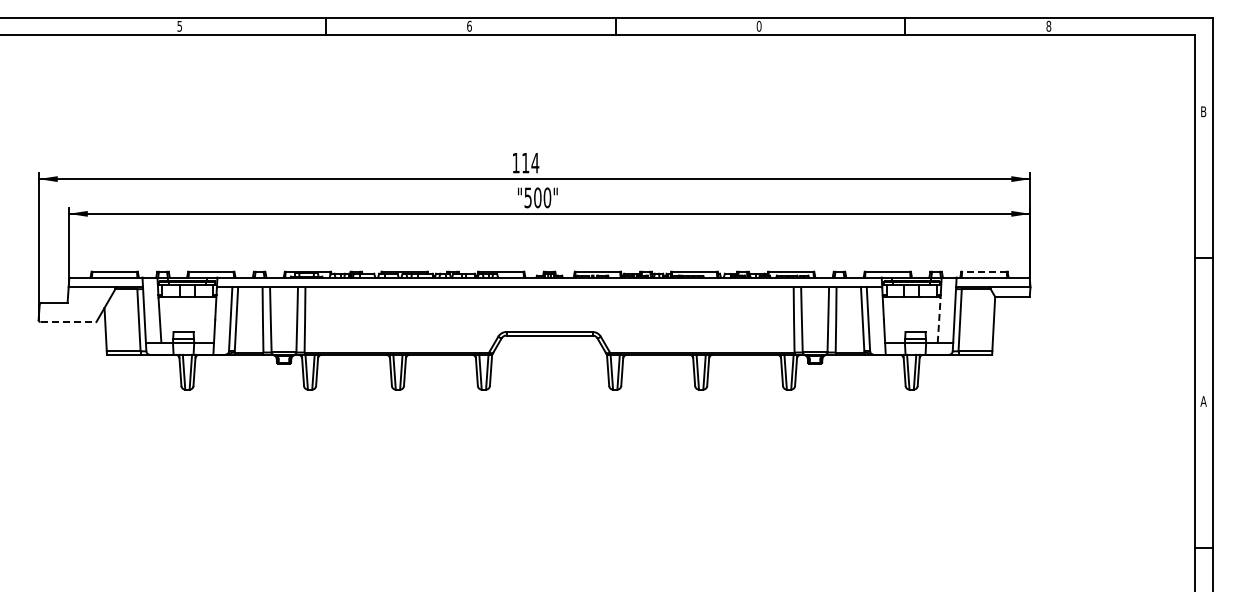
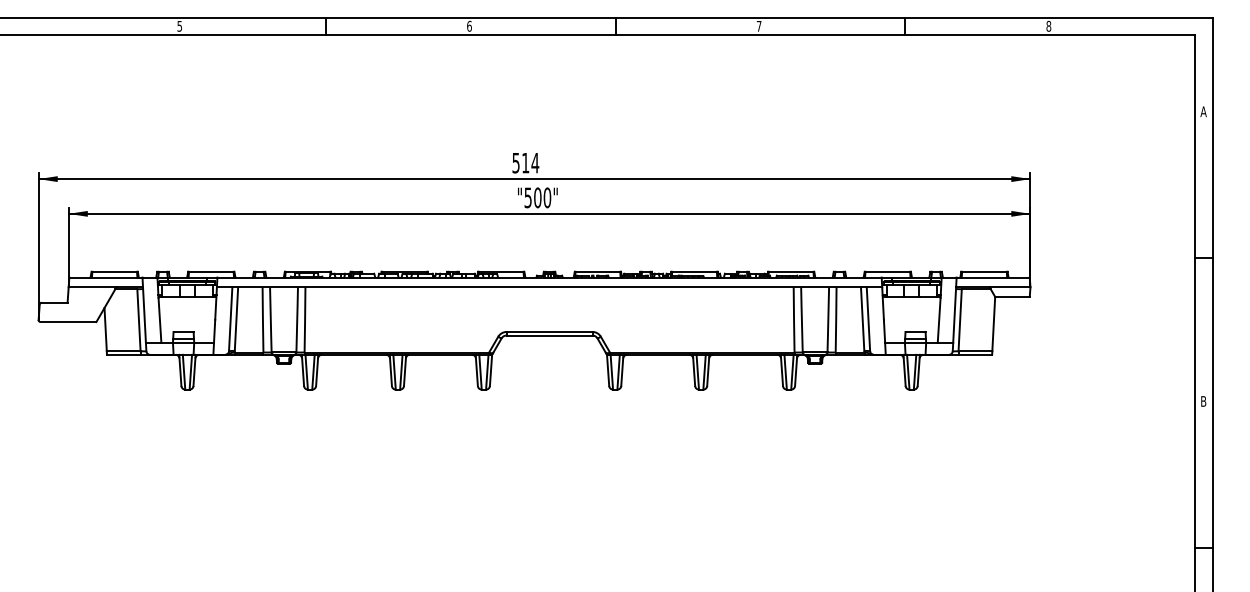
text at (758, 25): 0 -> 7
text at (1203, 111): B -> A
text at (515, 163): 114 -> 514
line at (983, 271): dashed -> solid
line at (939, 320): dashed -> solid
line at (68, 322): dashed -> solid
text at (1203, 401): A -> B
